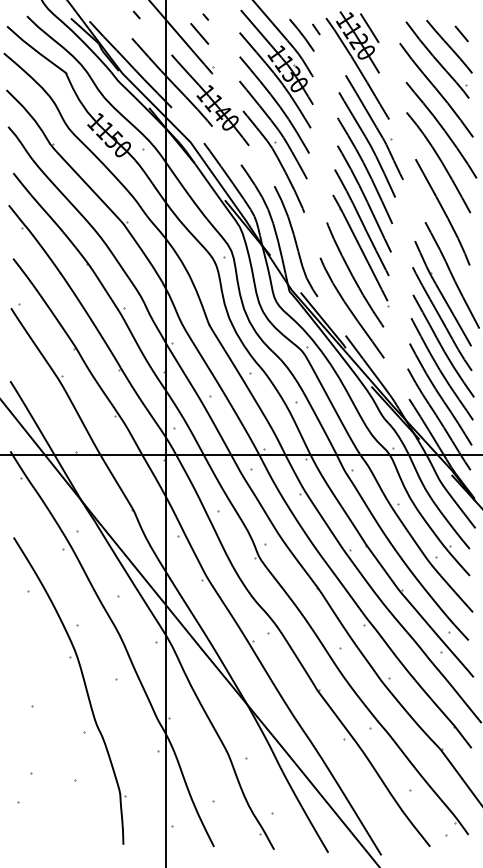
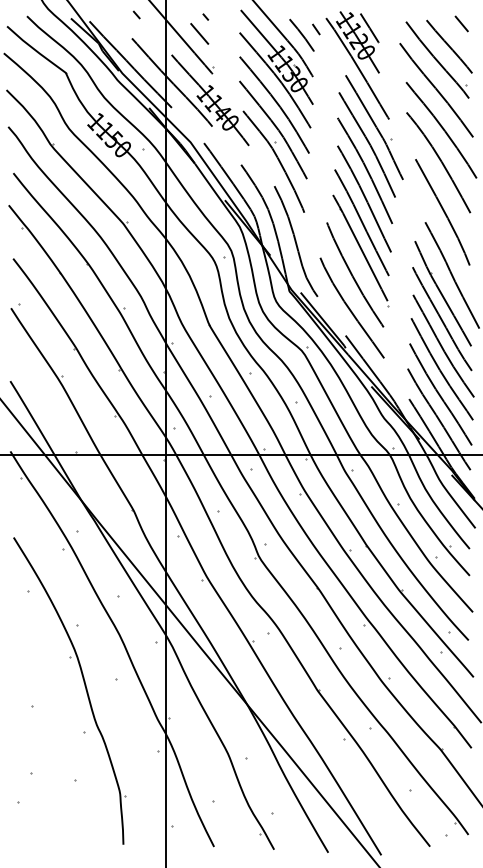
line at (461, 33) position: (461, 33) -> (461, 23)
